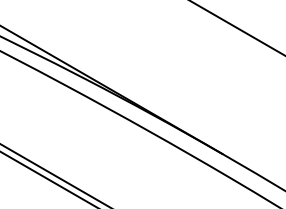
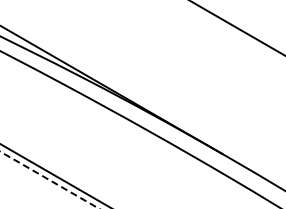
line at (49, 180): solid -> dashed
